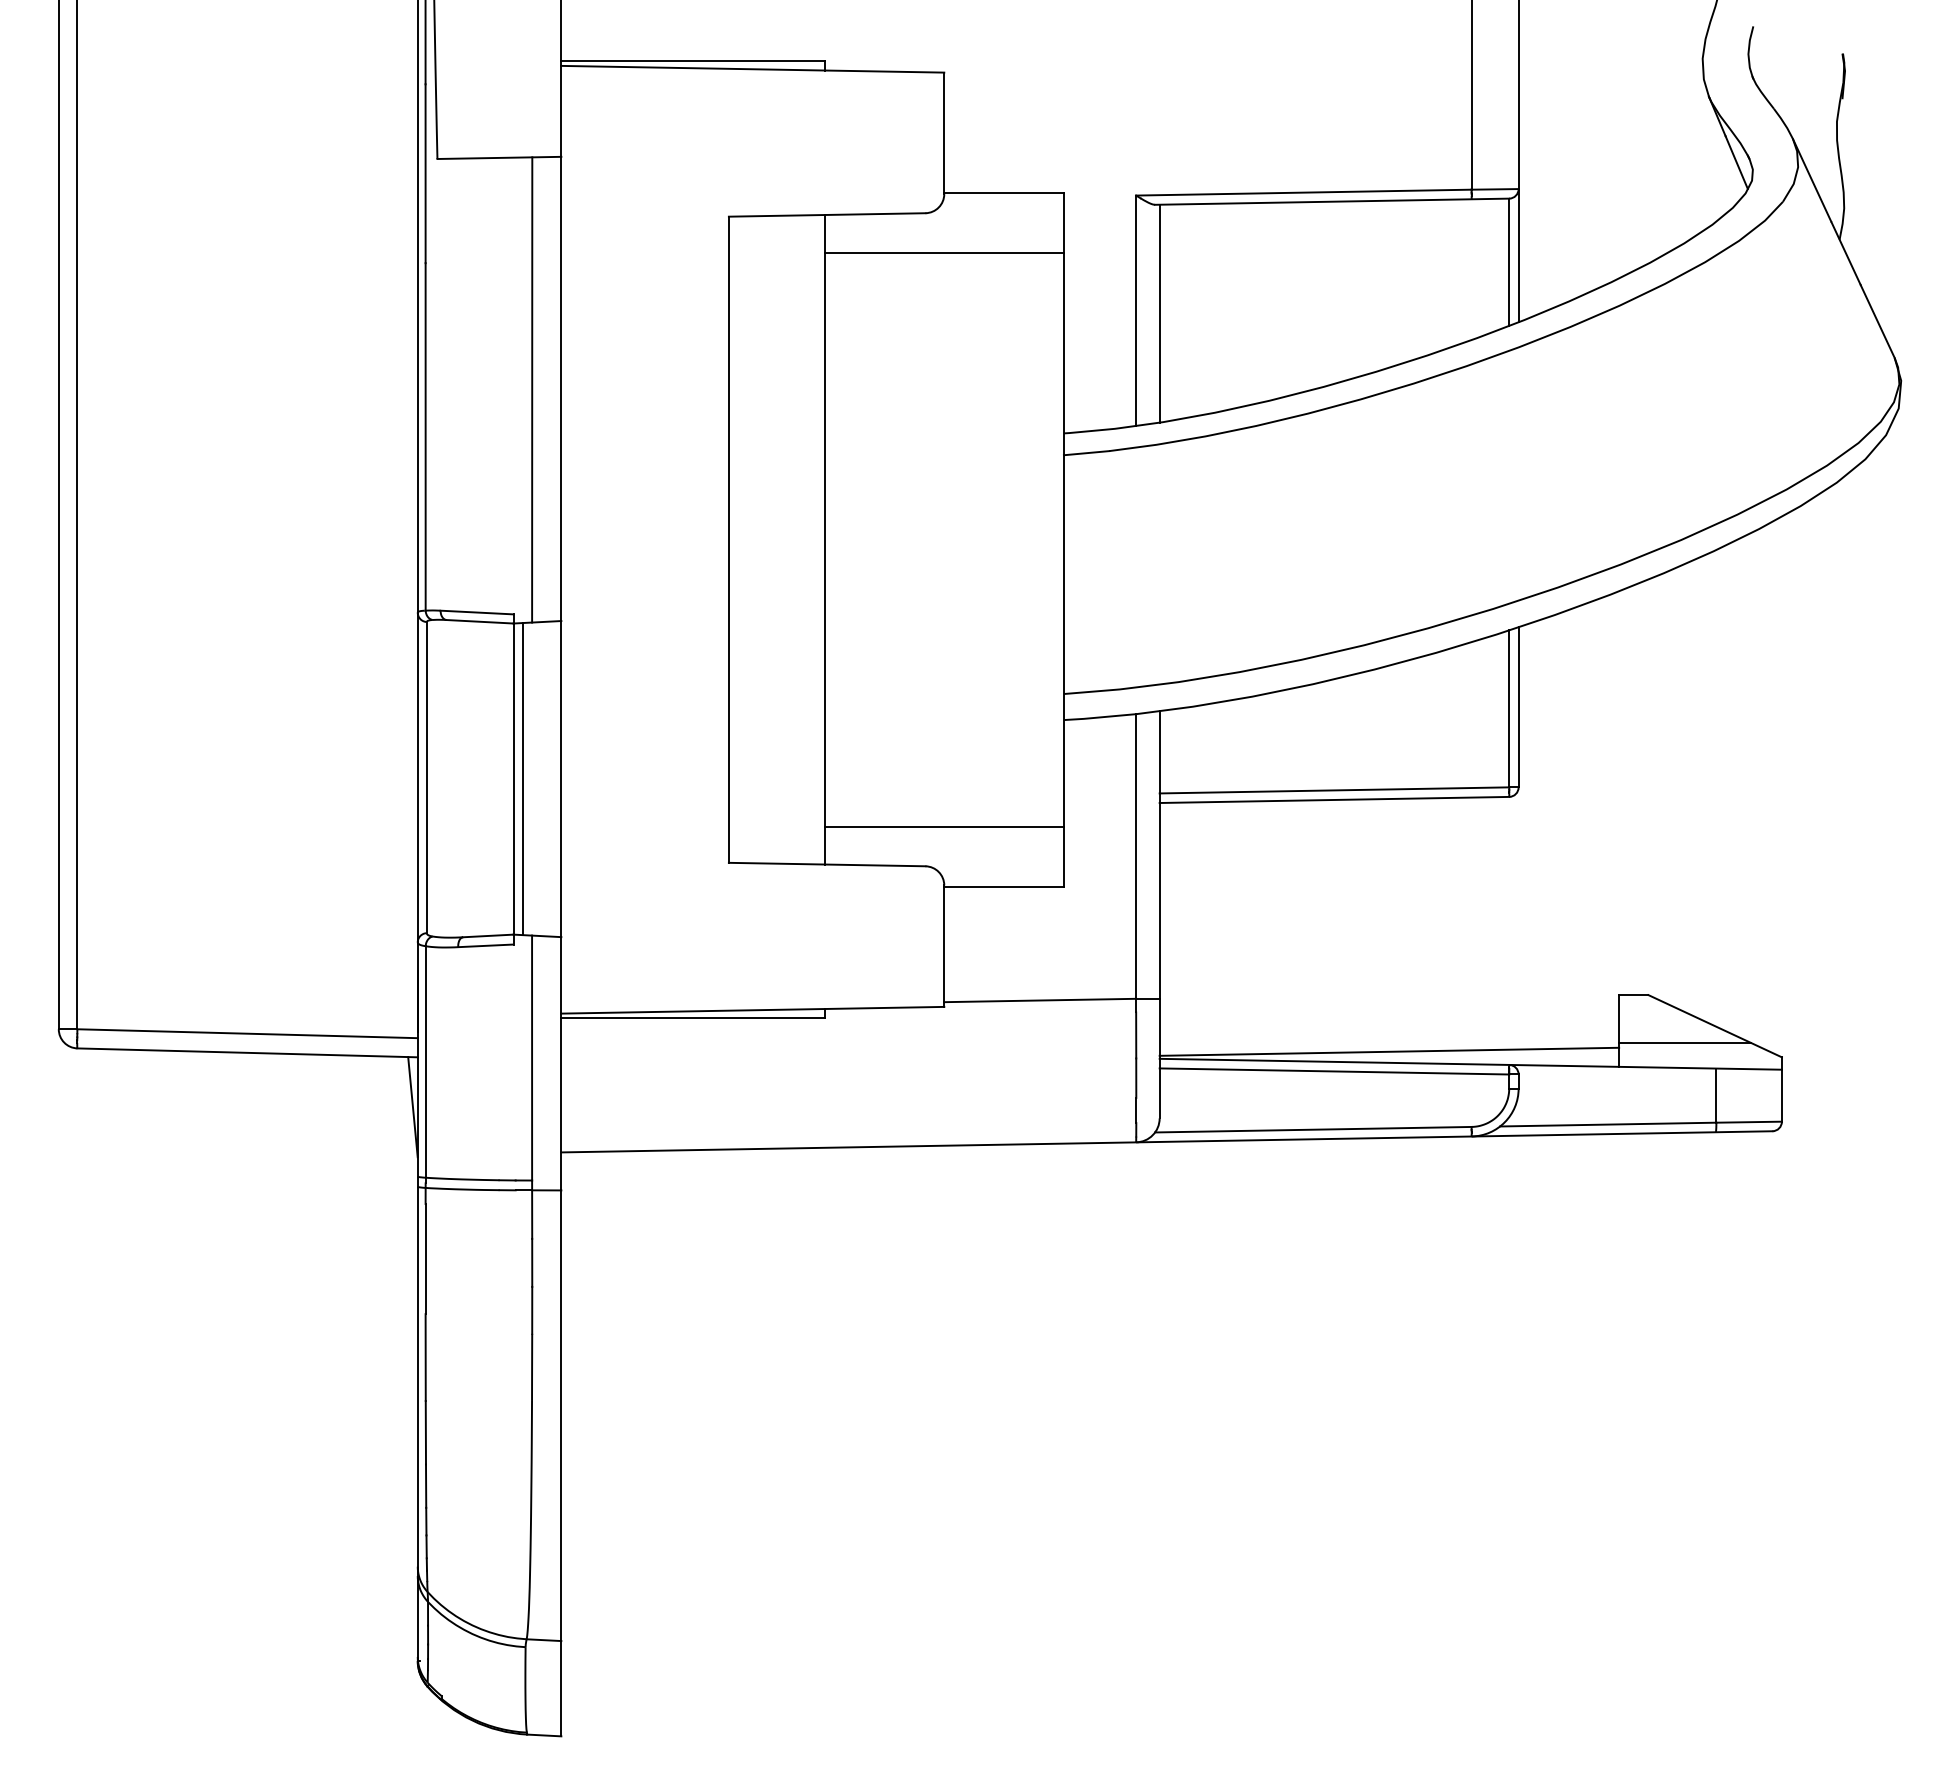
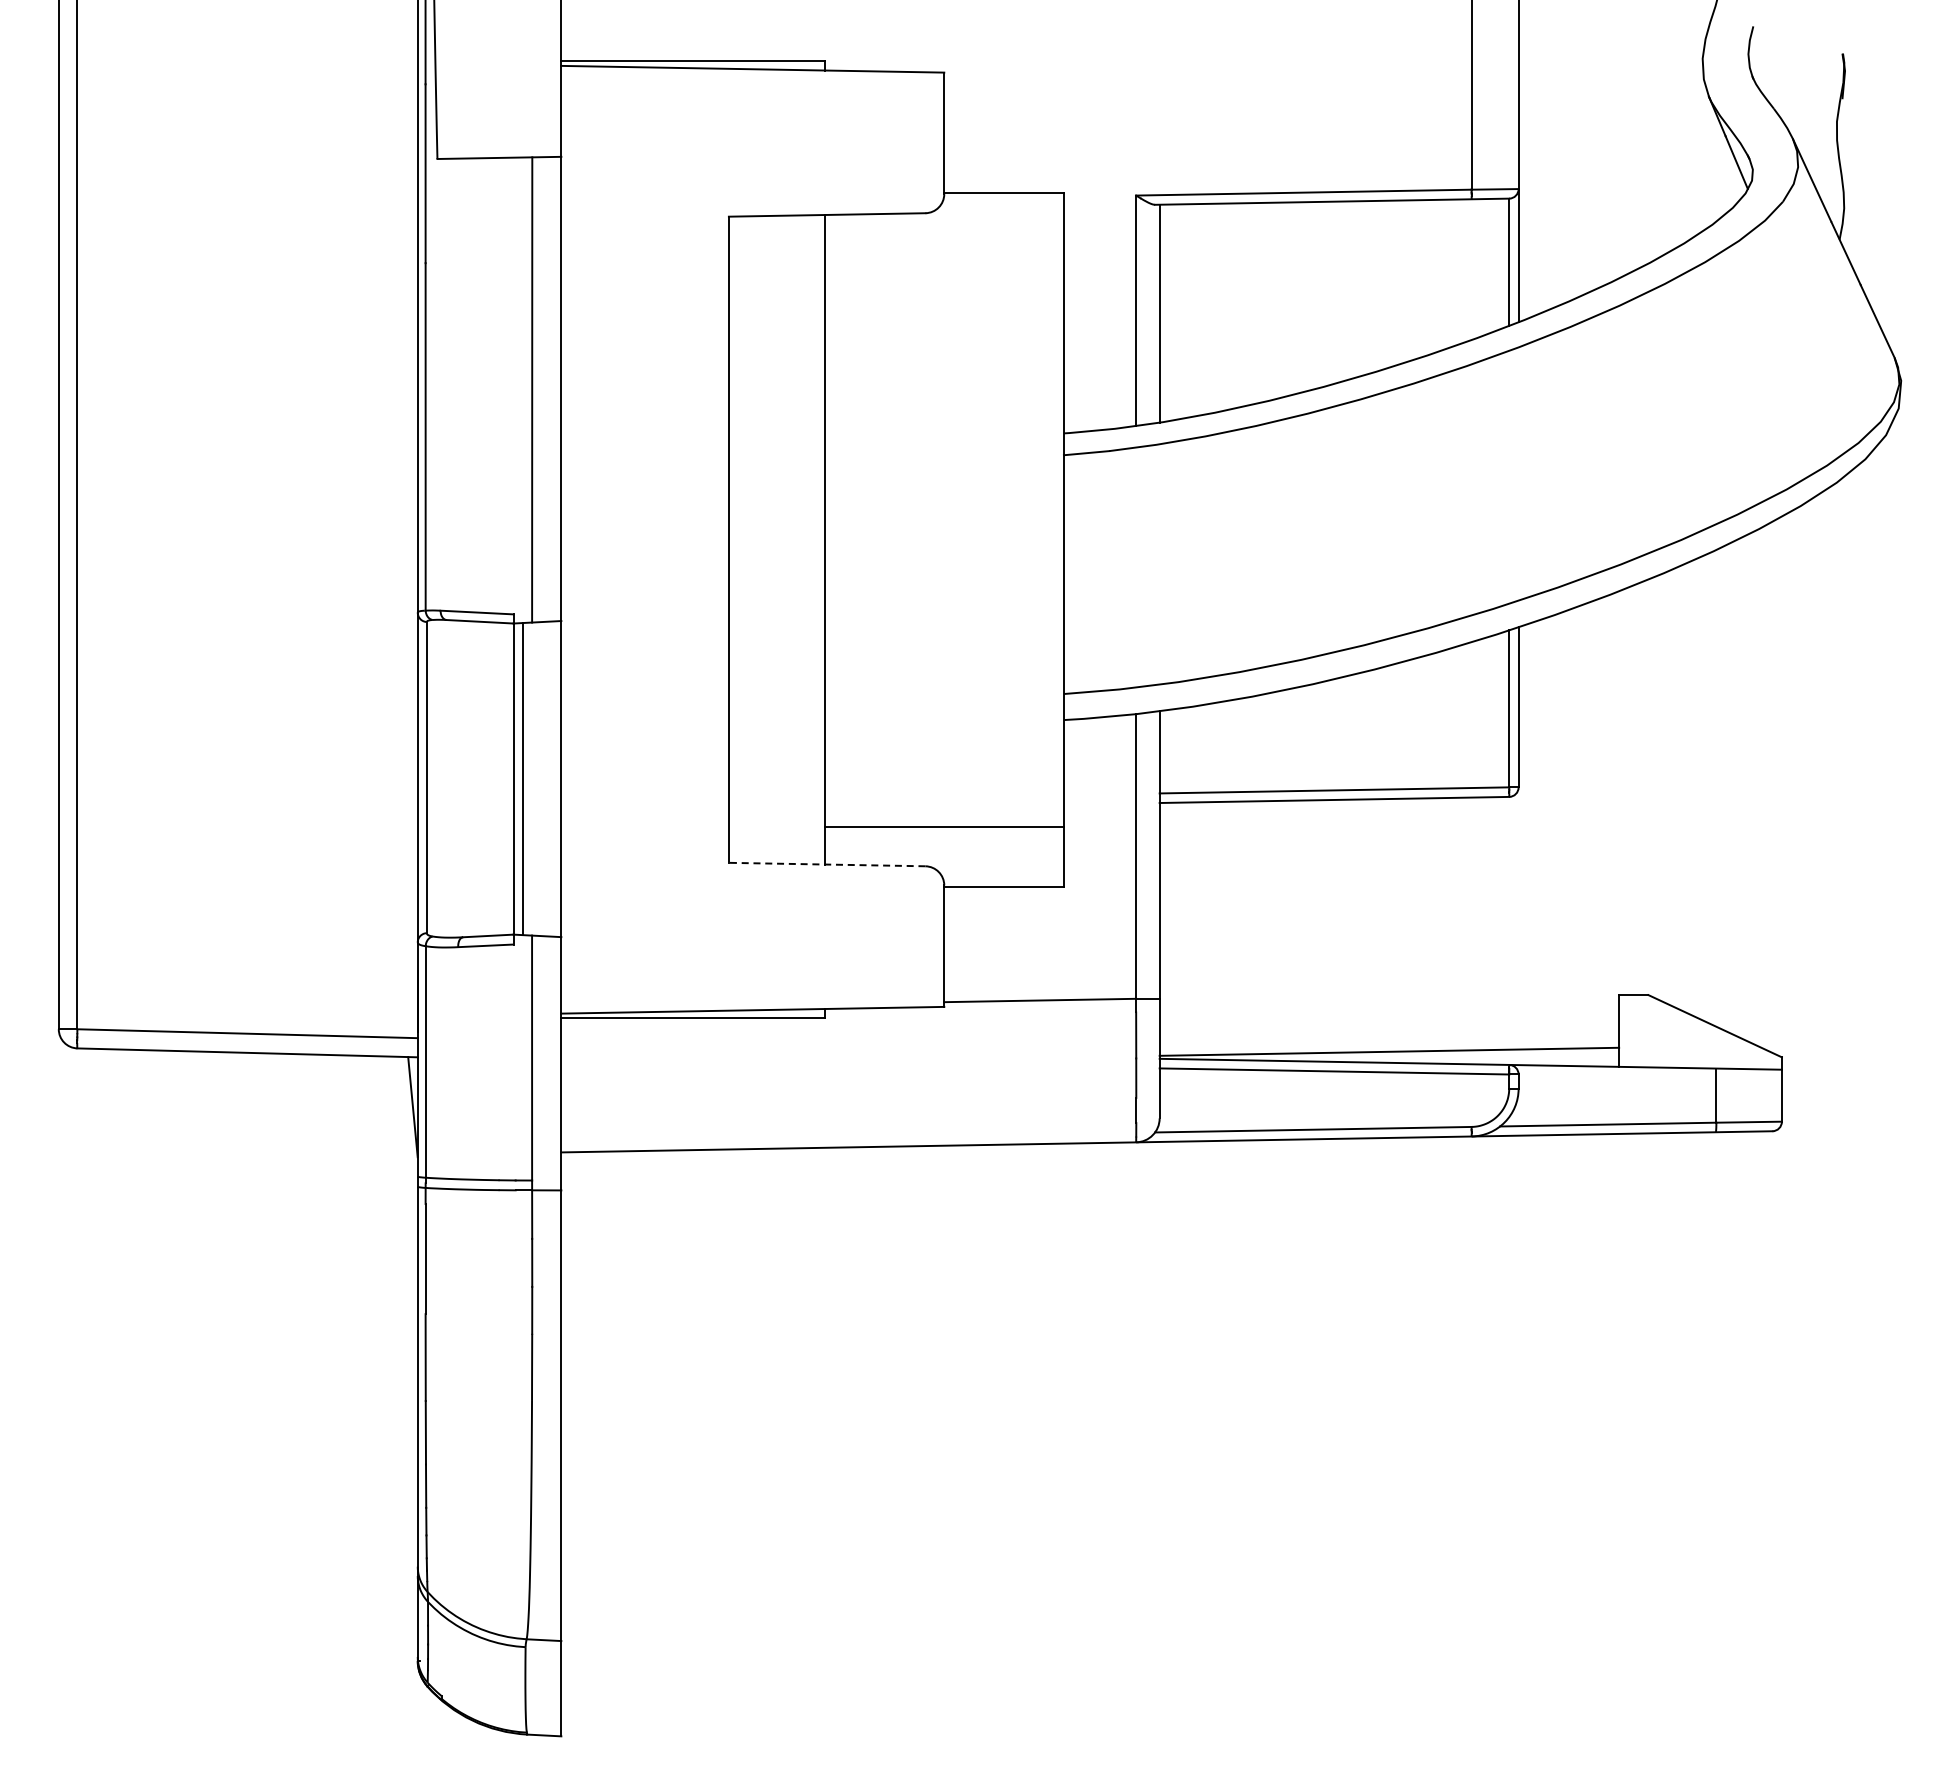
line at (943, 252): present -> none
line at (826, 864): solid -> dashed
line at (1685, 1042): present -> none
